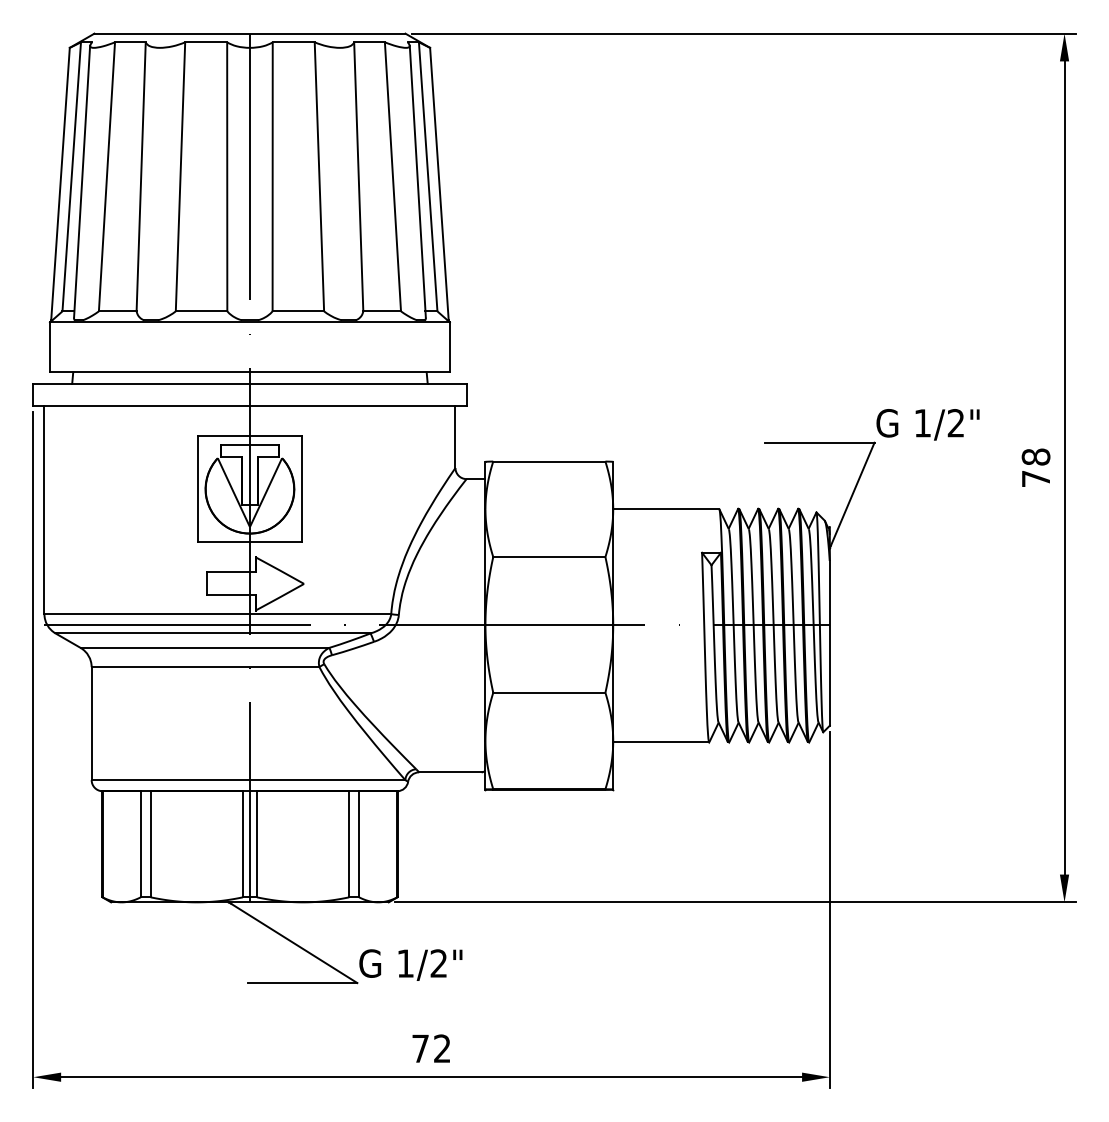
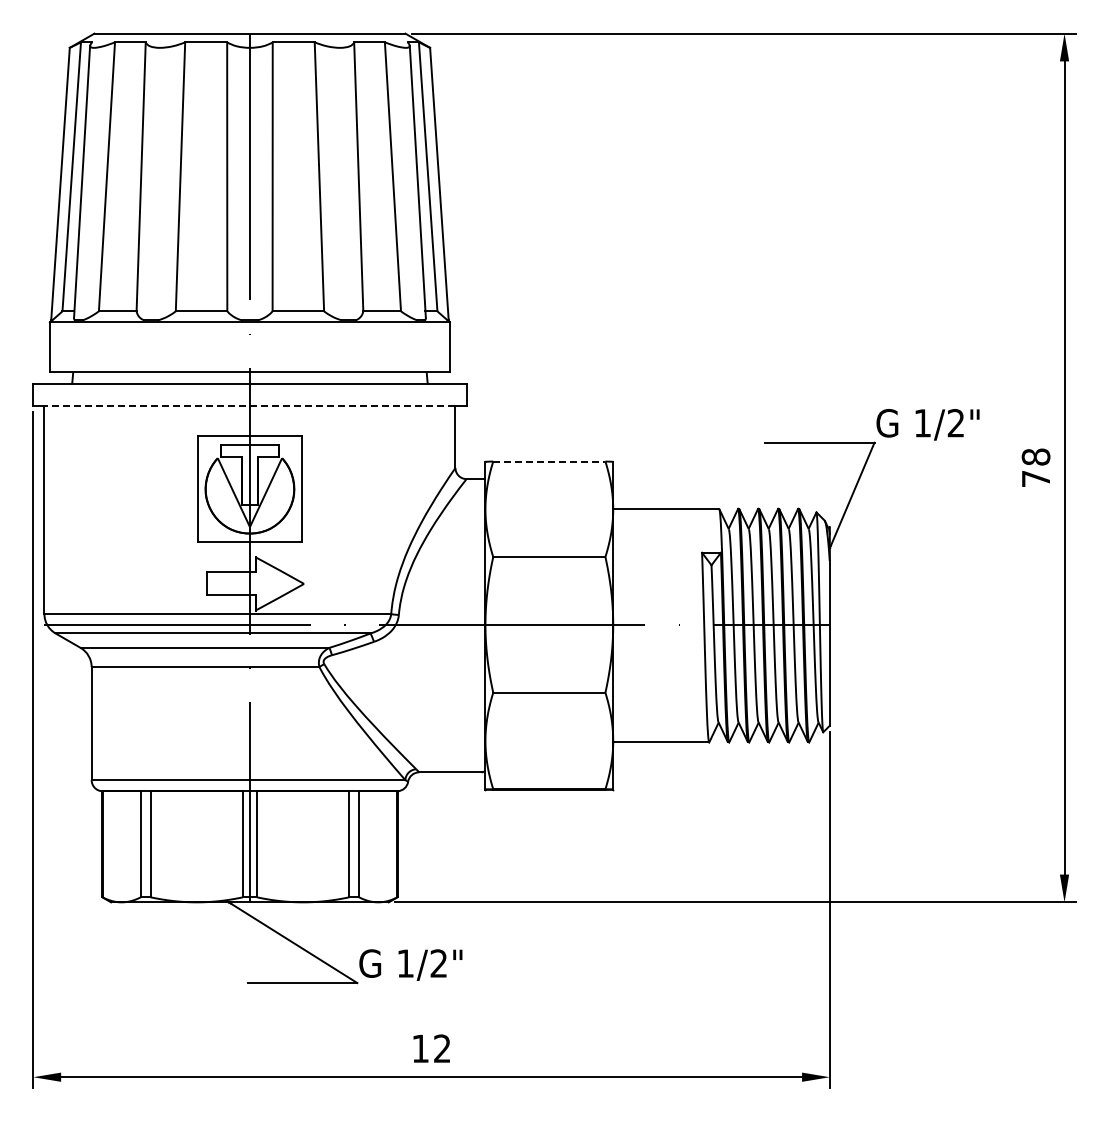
line at (249, 405): solid -> dashed
line at (549, 461): solid -> dashed
text at (420, 1048): 72 -> 12
